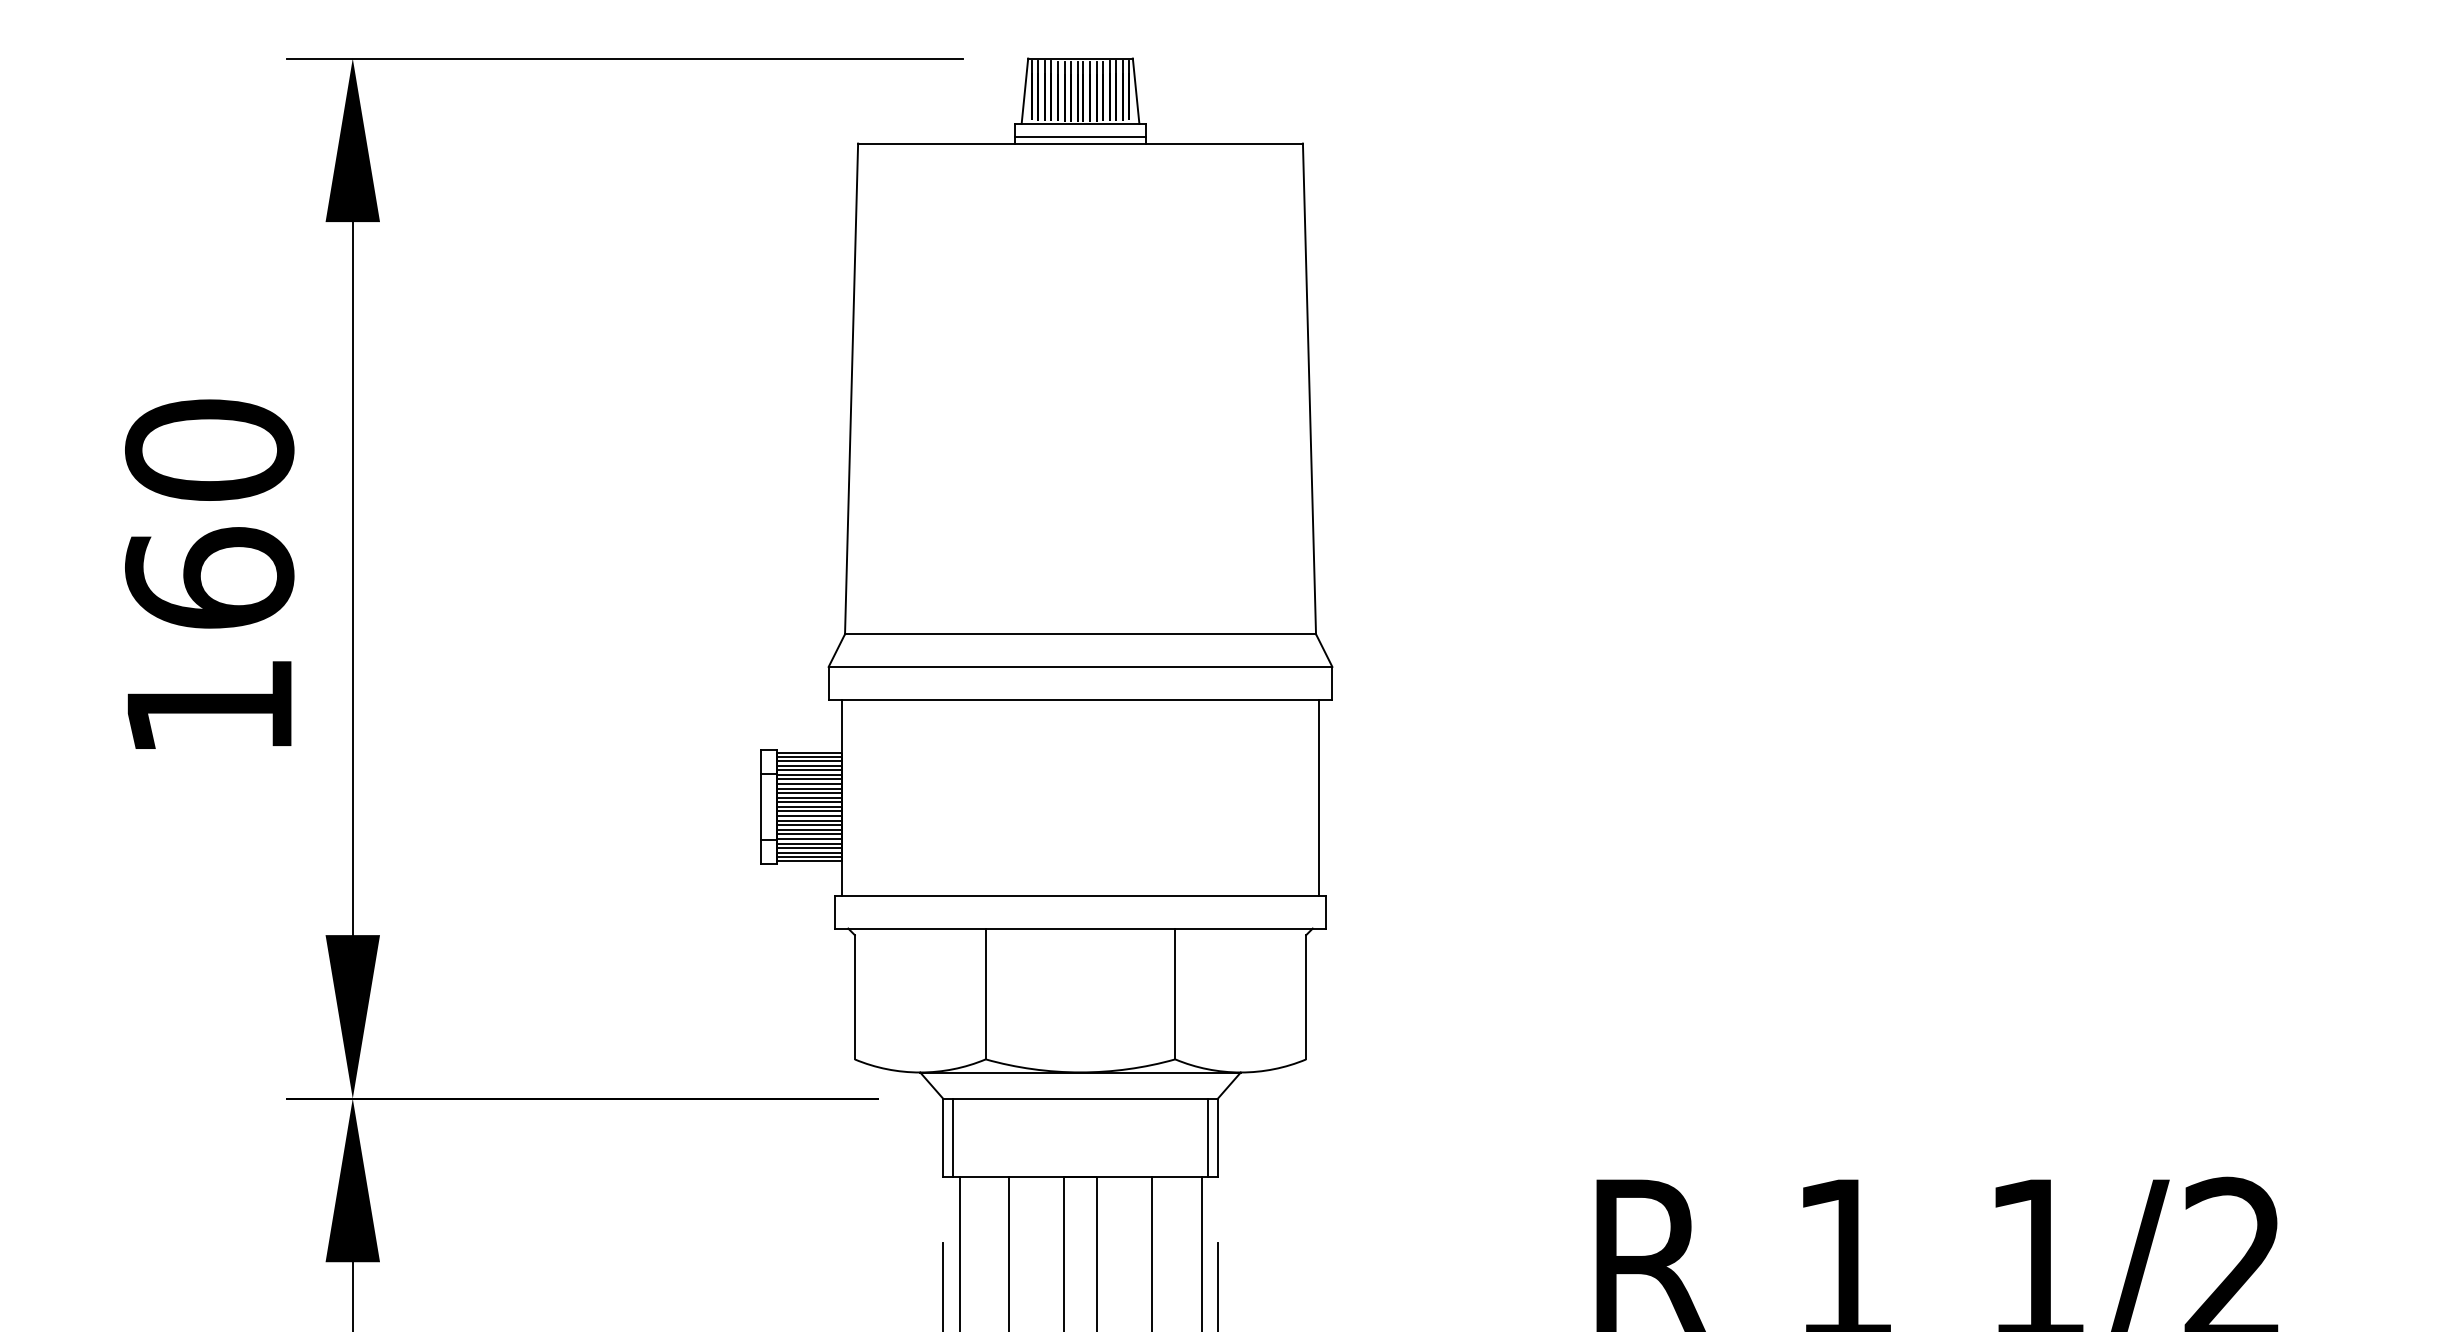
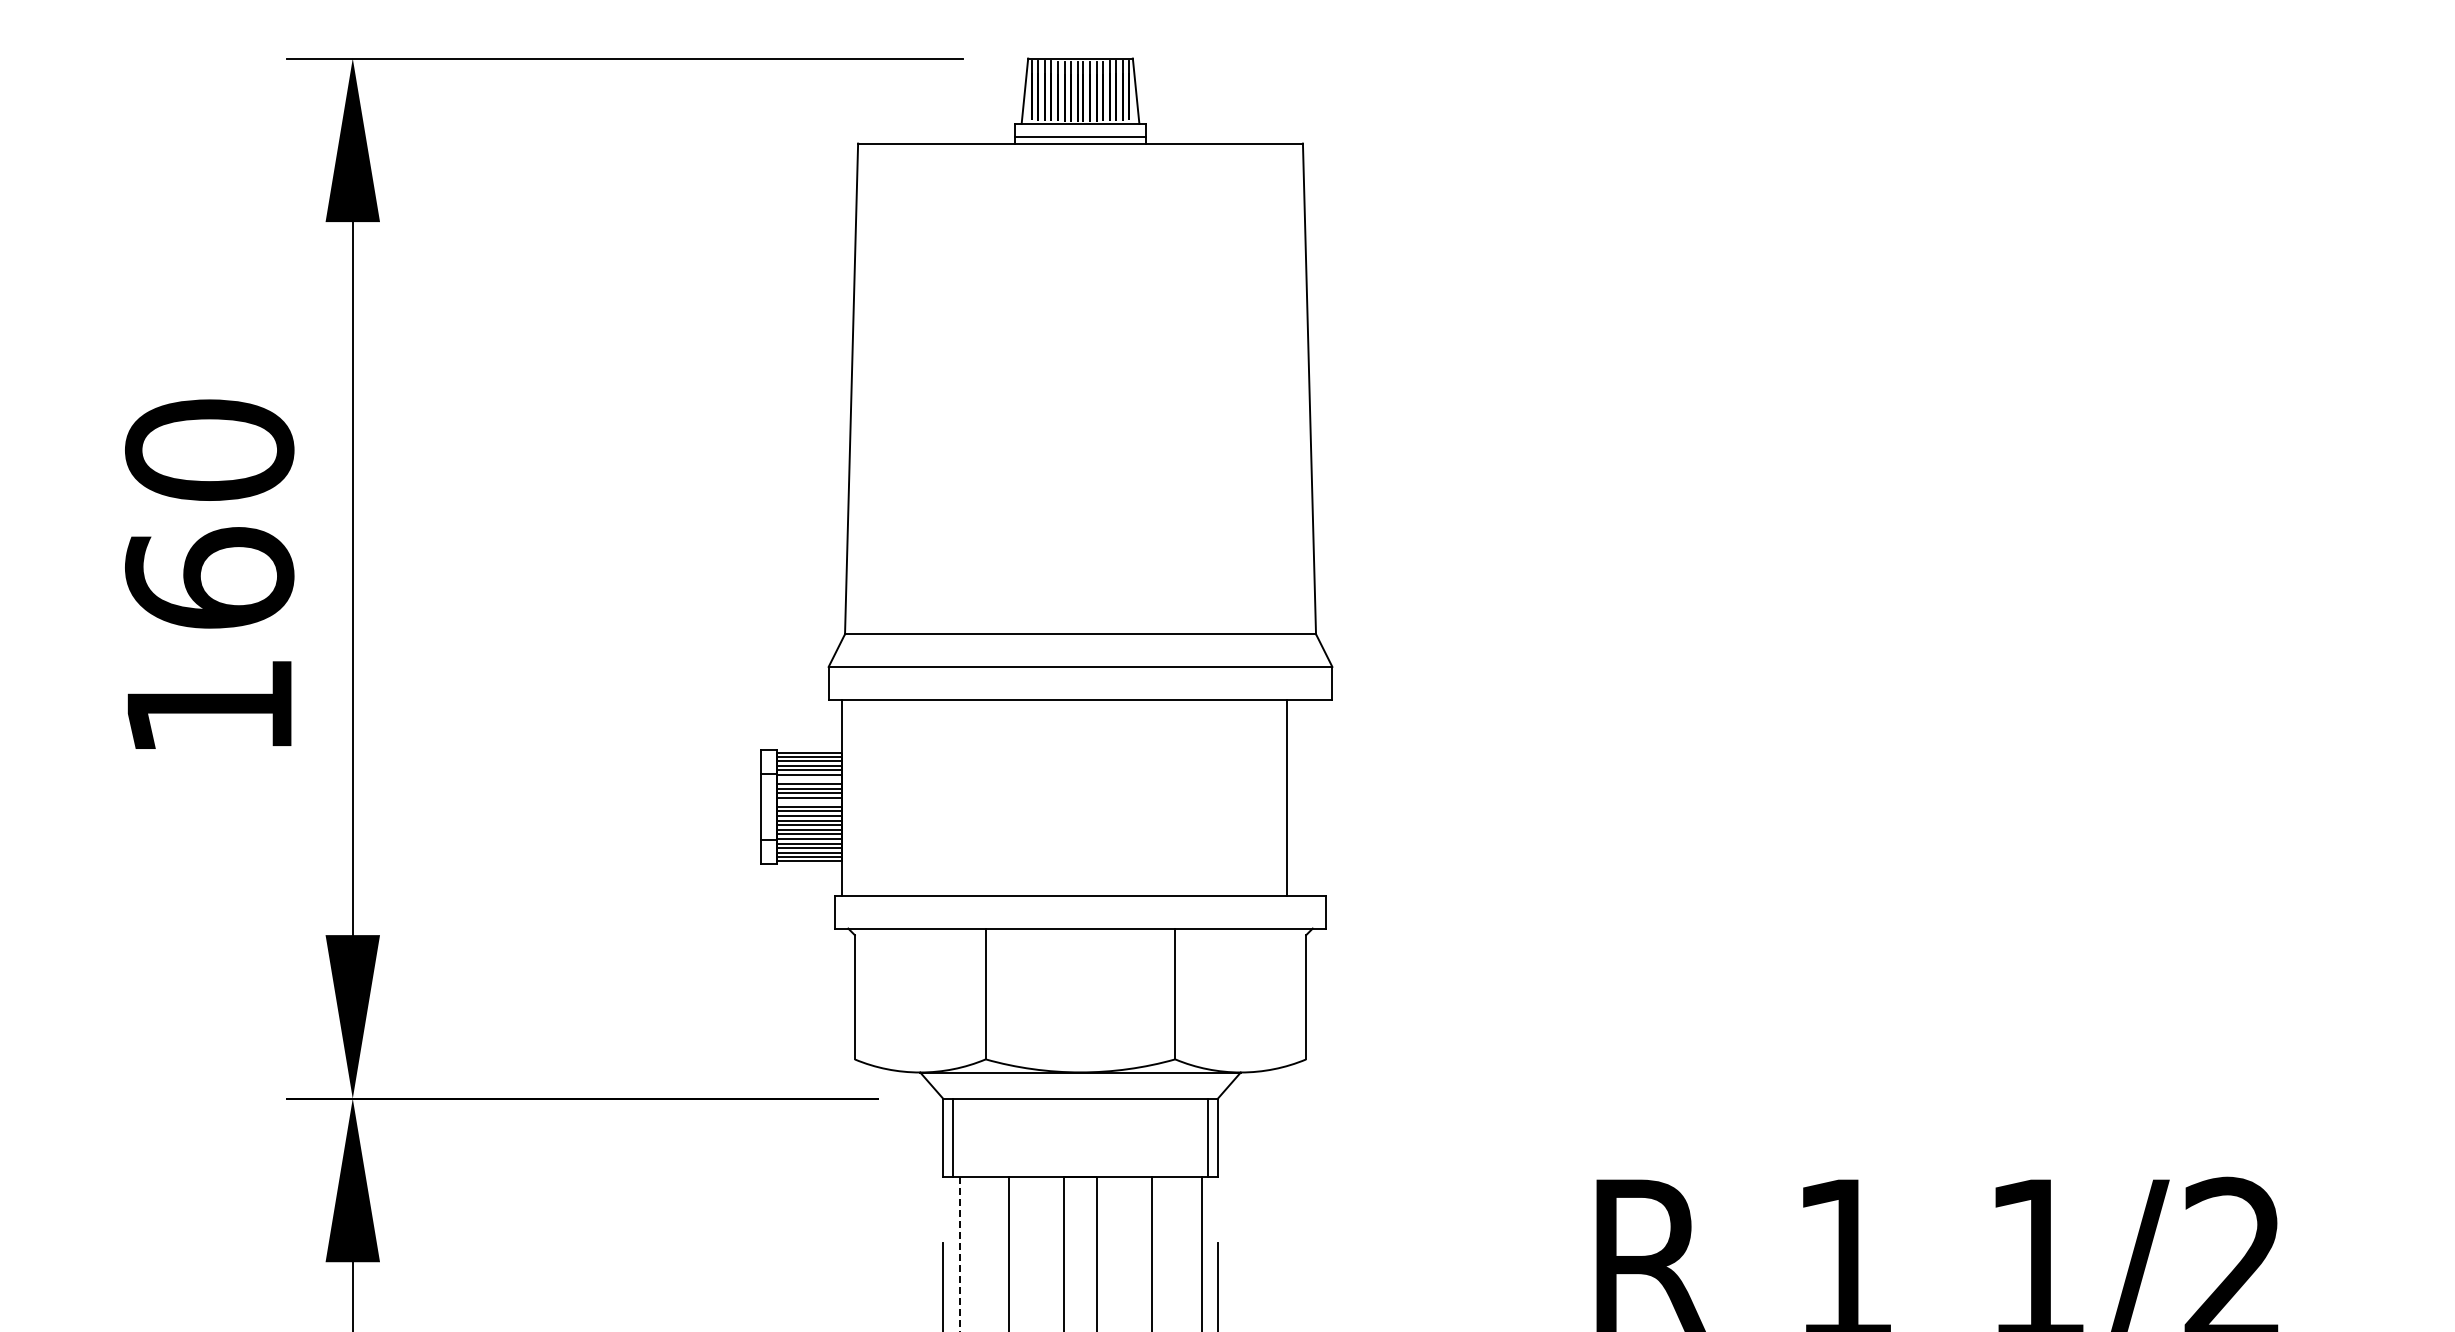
line at (809, 779): present -> none
line at (1319, 797) position: (1319, 797) -> (1287, 797)
line at (809, 802): present -> none
line at (959, 1254): solid -> dashed
